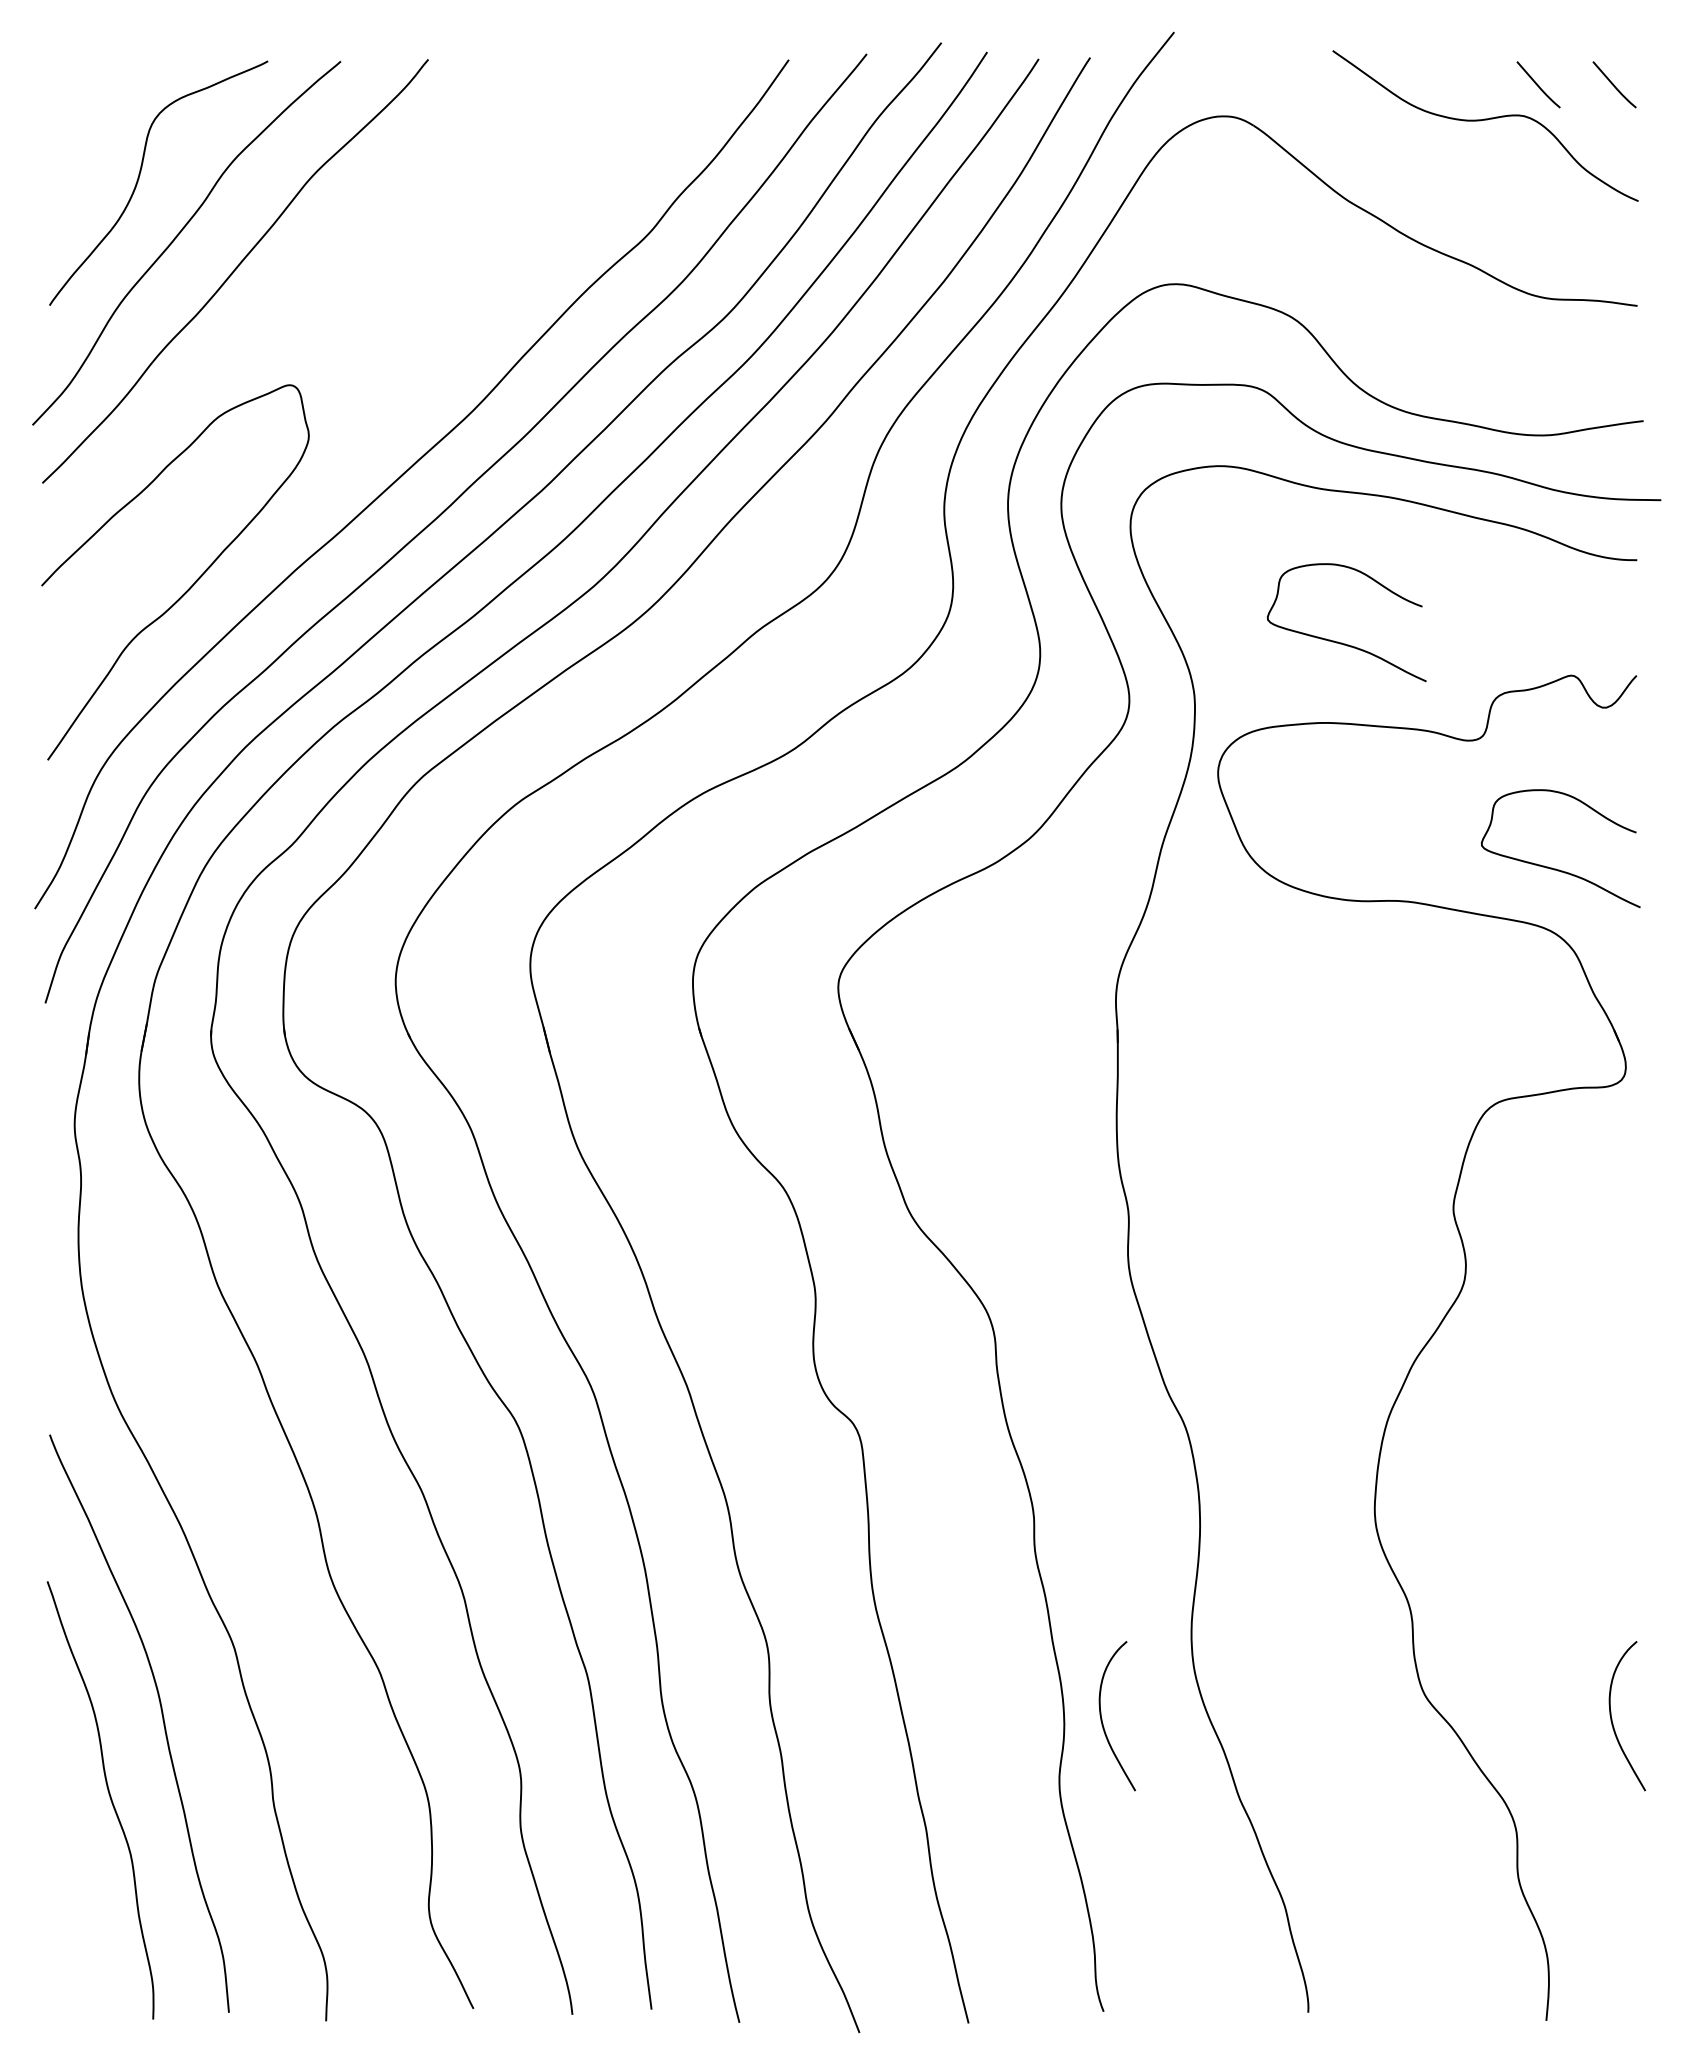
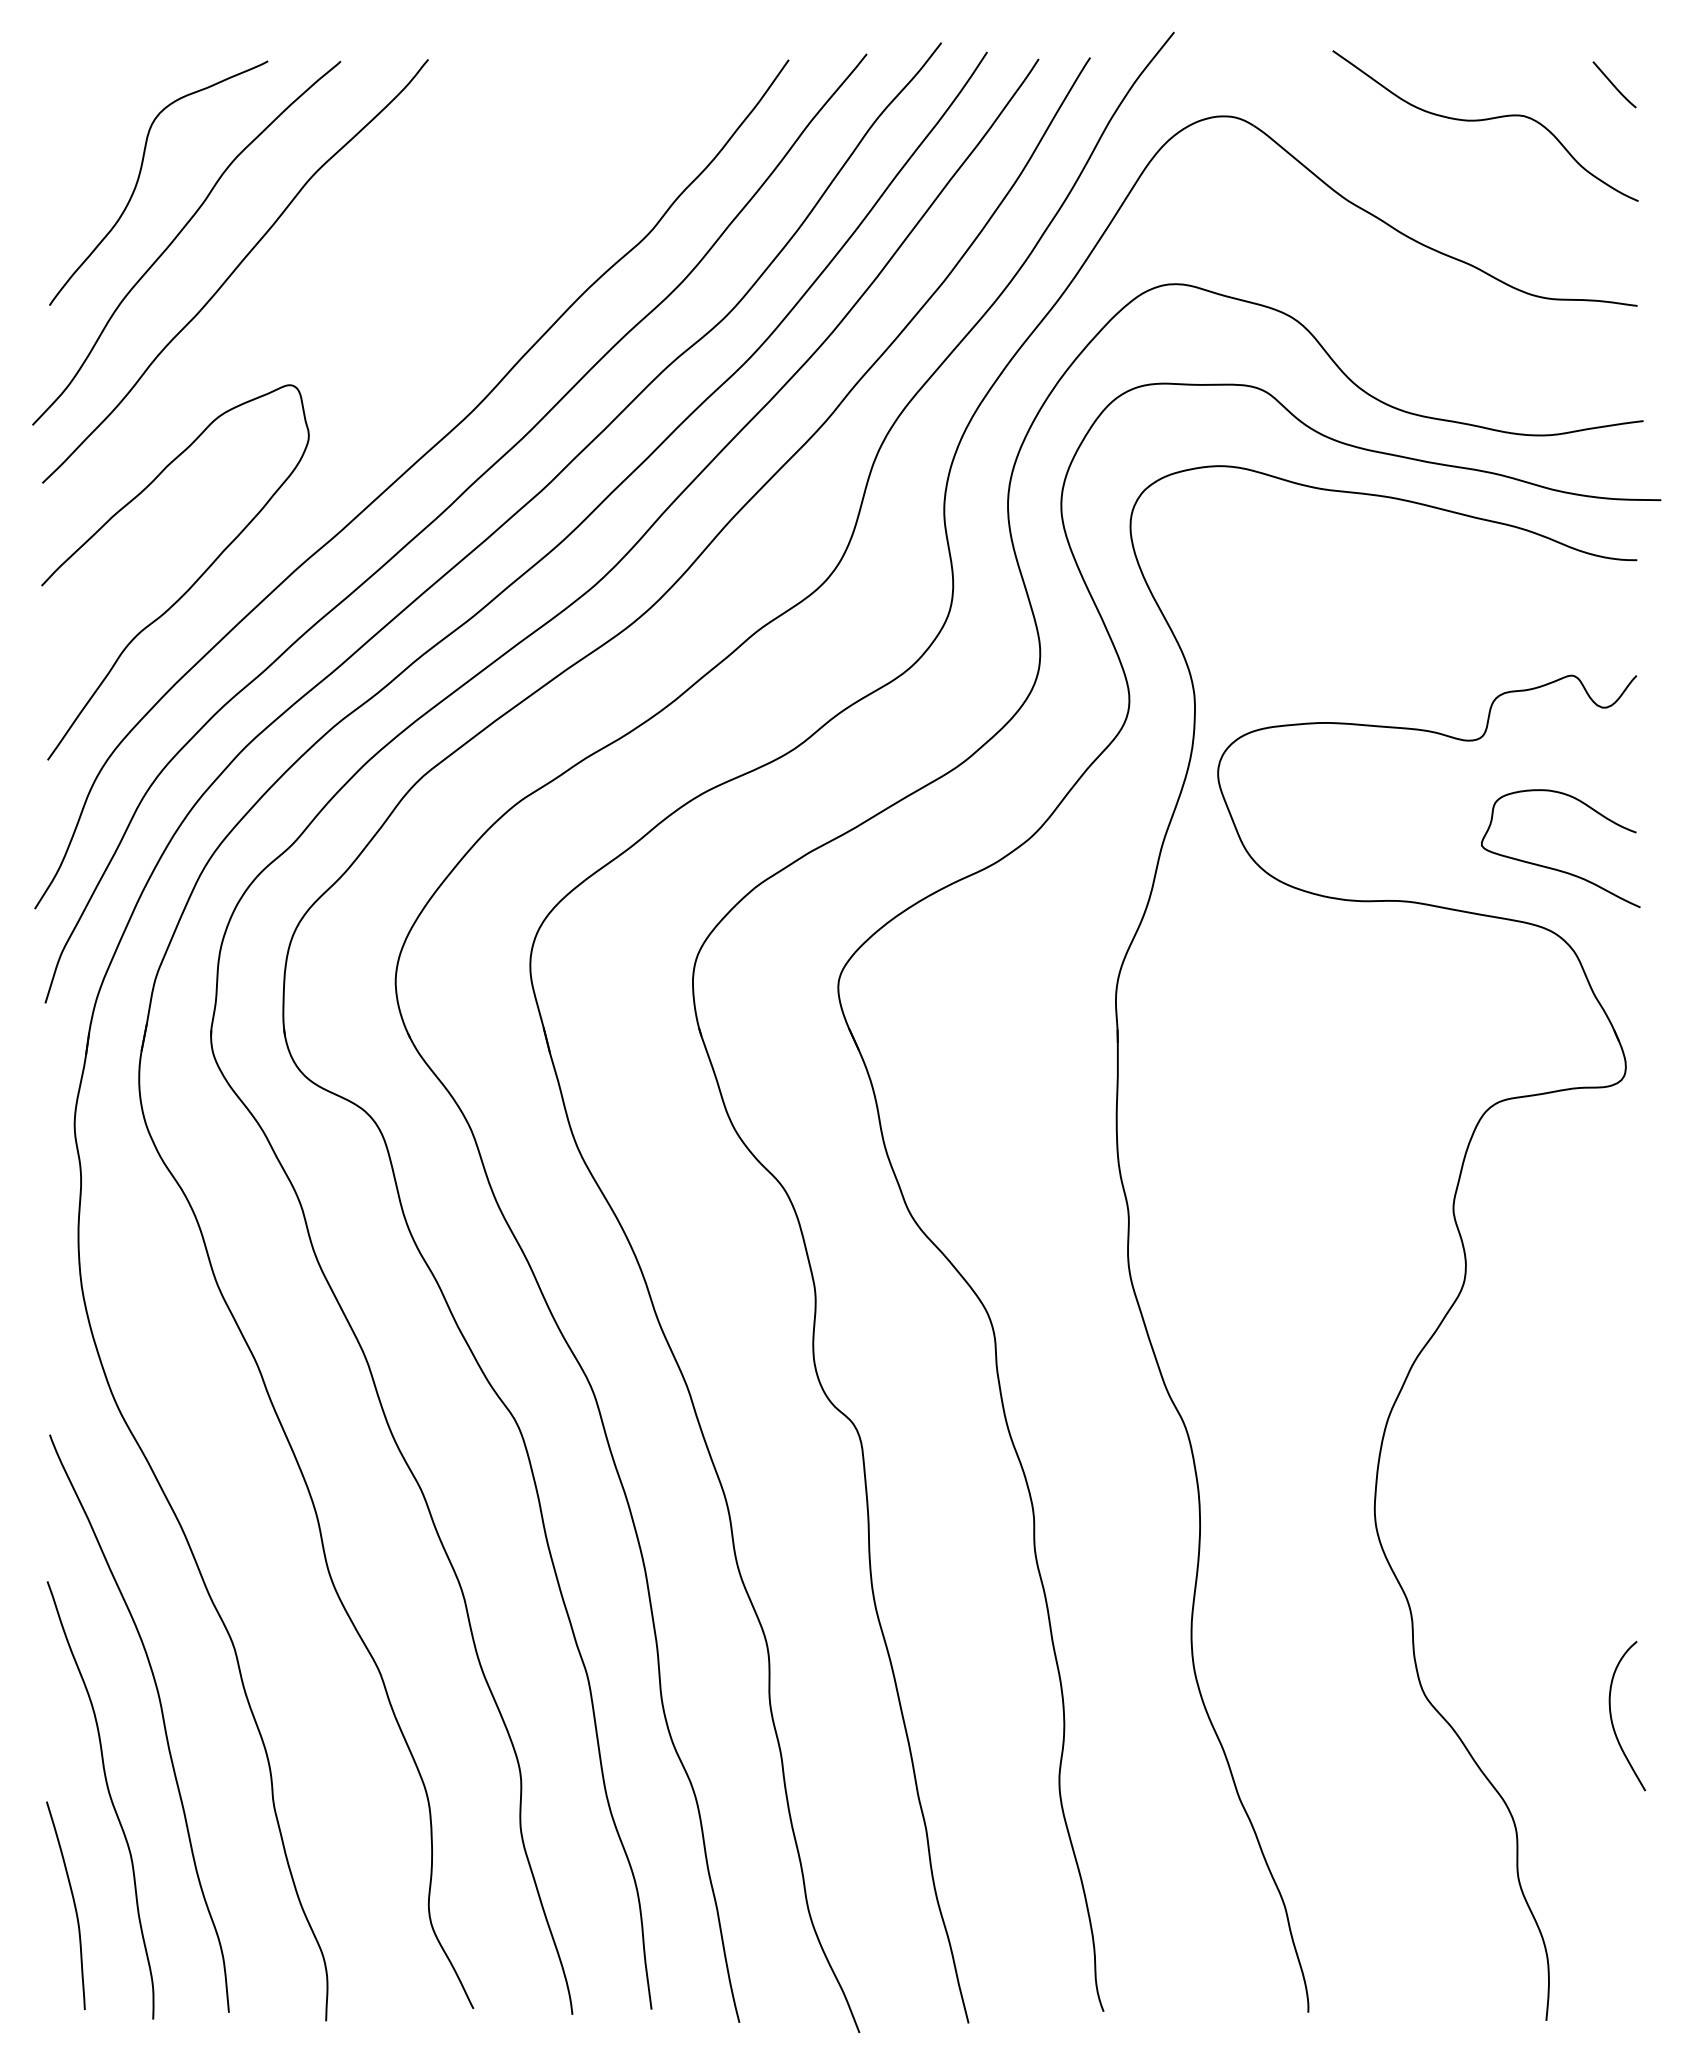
curve at (1538, 84): present -> none
curve at (1342, 642): present -> none
curve at (1102, 1718): present -> none
curve at (73, 1904): none -> present
